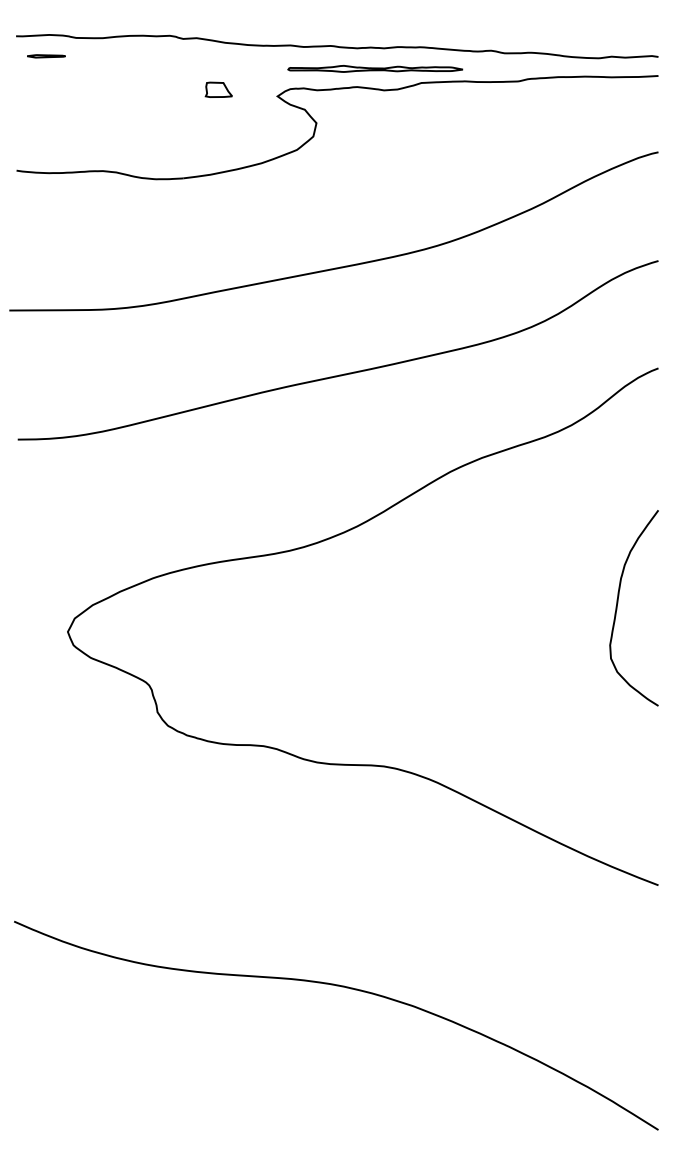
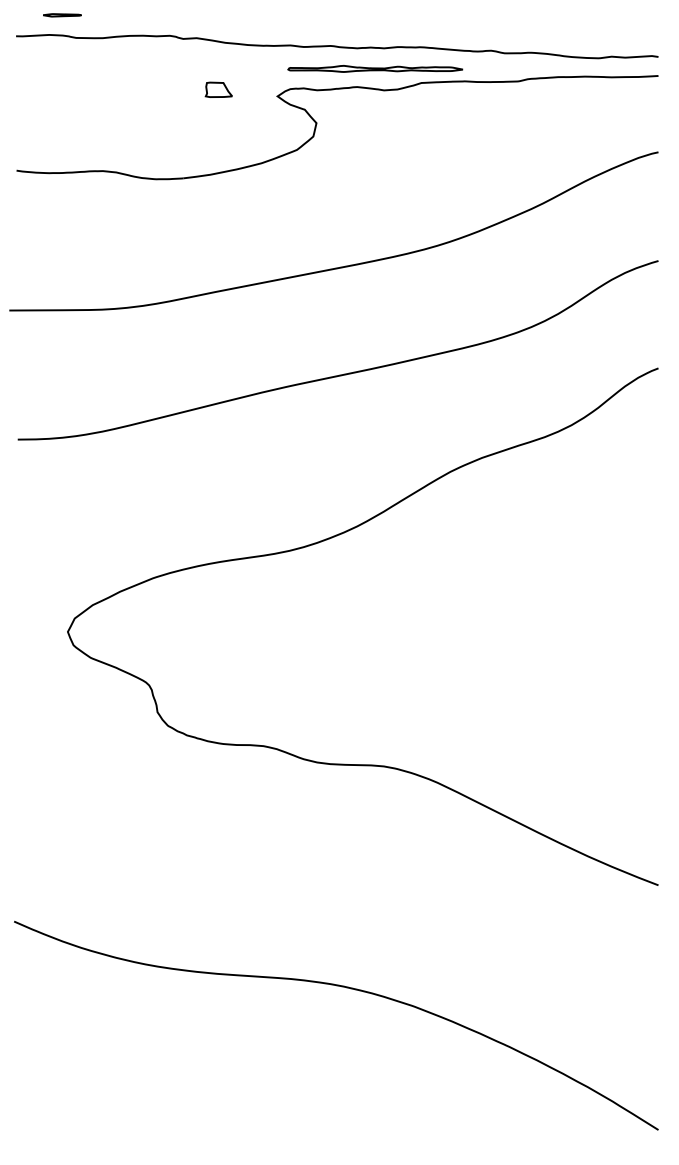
line at (46, 56) position: (46, 56) -> (62, 15)
curve at (618, 603): present -> none
